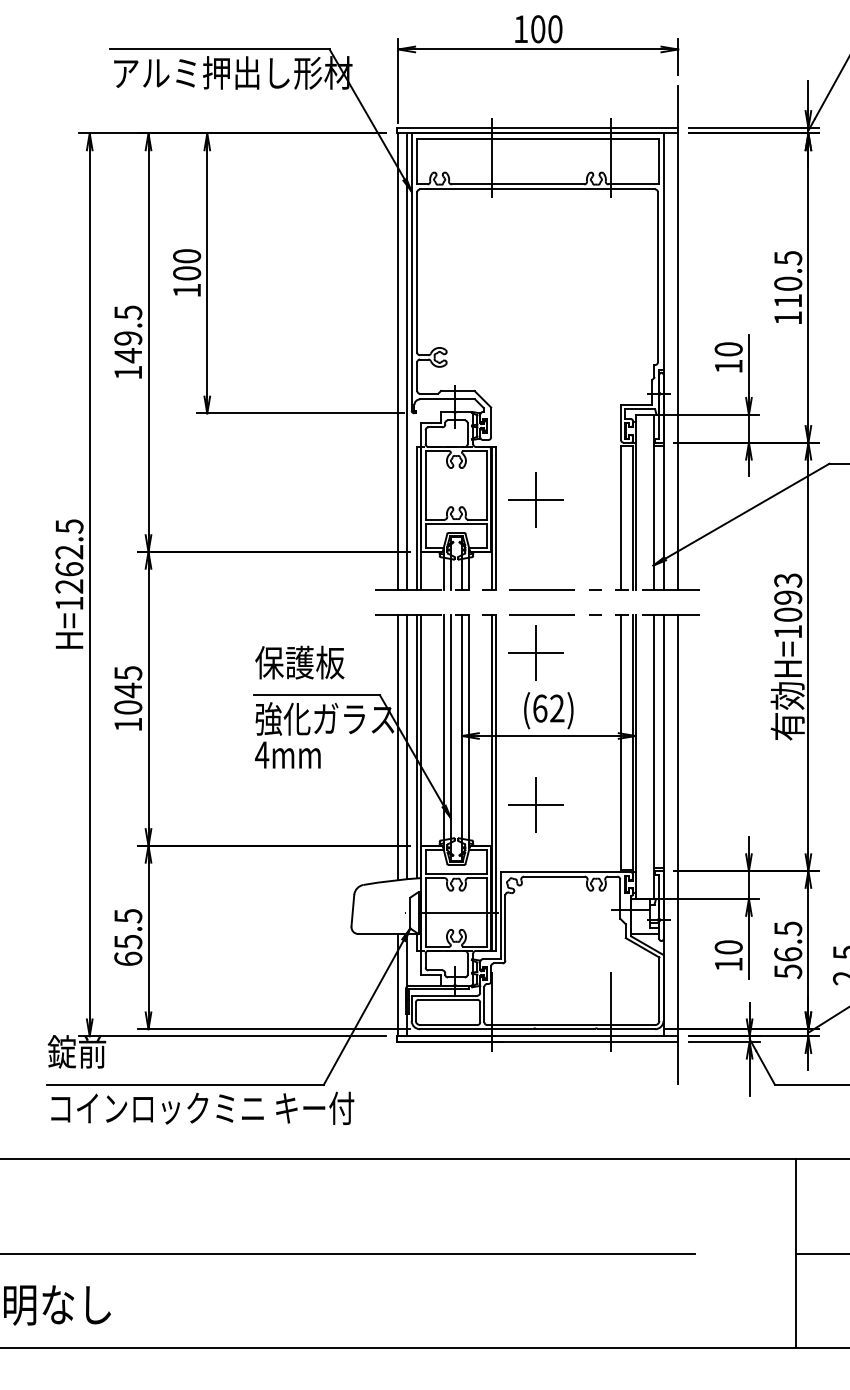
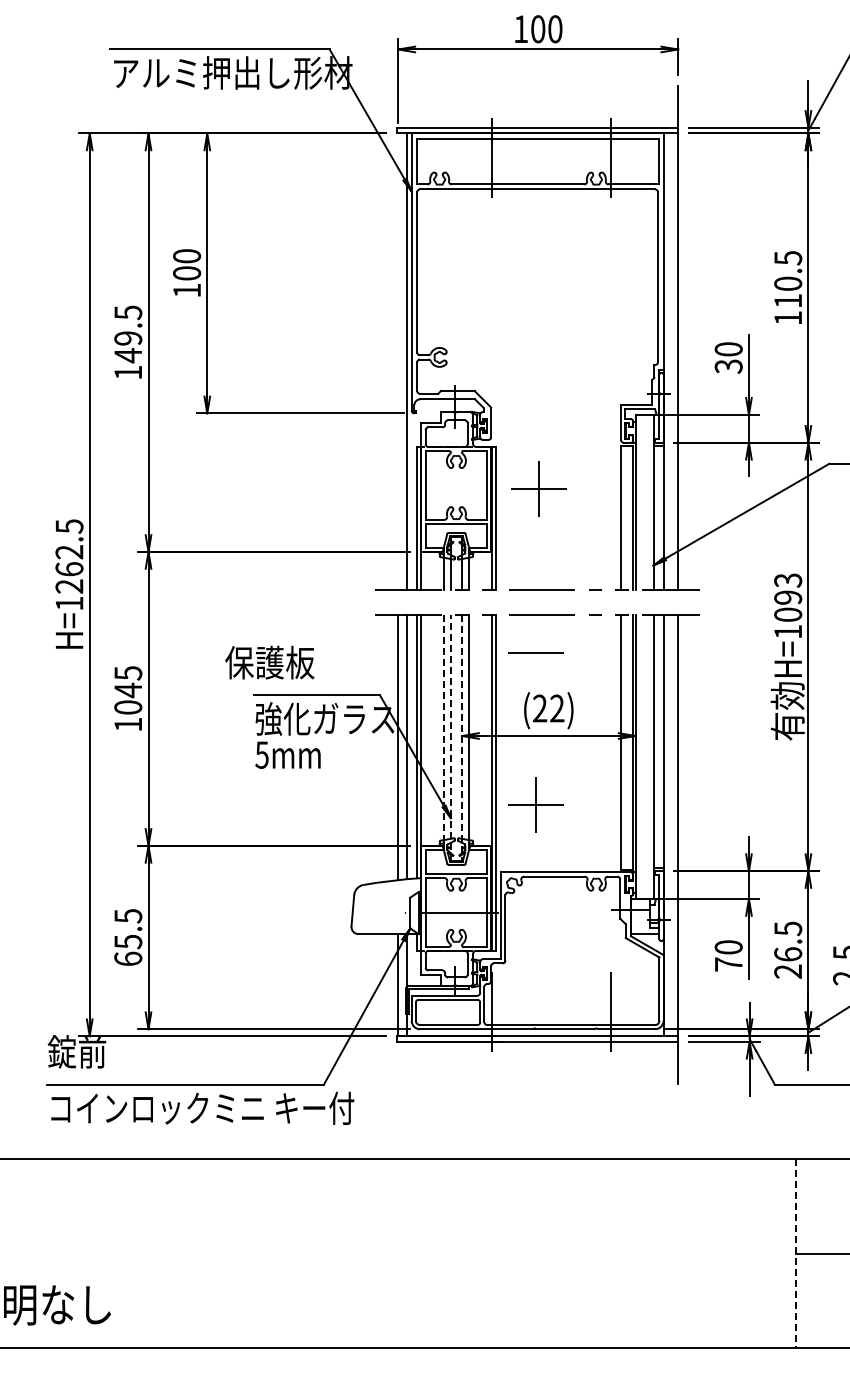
line at (398, 361): present -> none
text at (728, 366): 10 -> 30
part at (535, 499) position: (535, 499) -> (538, 488)
line at (536, 652): present -> none
text at (299, 662) position: (299, 662) -> (269, 662)
text at (540, 708): (62) -> (22)
line at (443, 730): solid -> dashed
line at (450, 737): solid -> dashed
line at (462, 738): solid -> dashed
text at (261, 754): 4mm -> 5mm
text at (728, 964): 10 -> 70
text at (788, 971): 56.5 -> 26.5
line at (348, 1253): present -> none
line at (796, 1254): solid -> dashed
